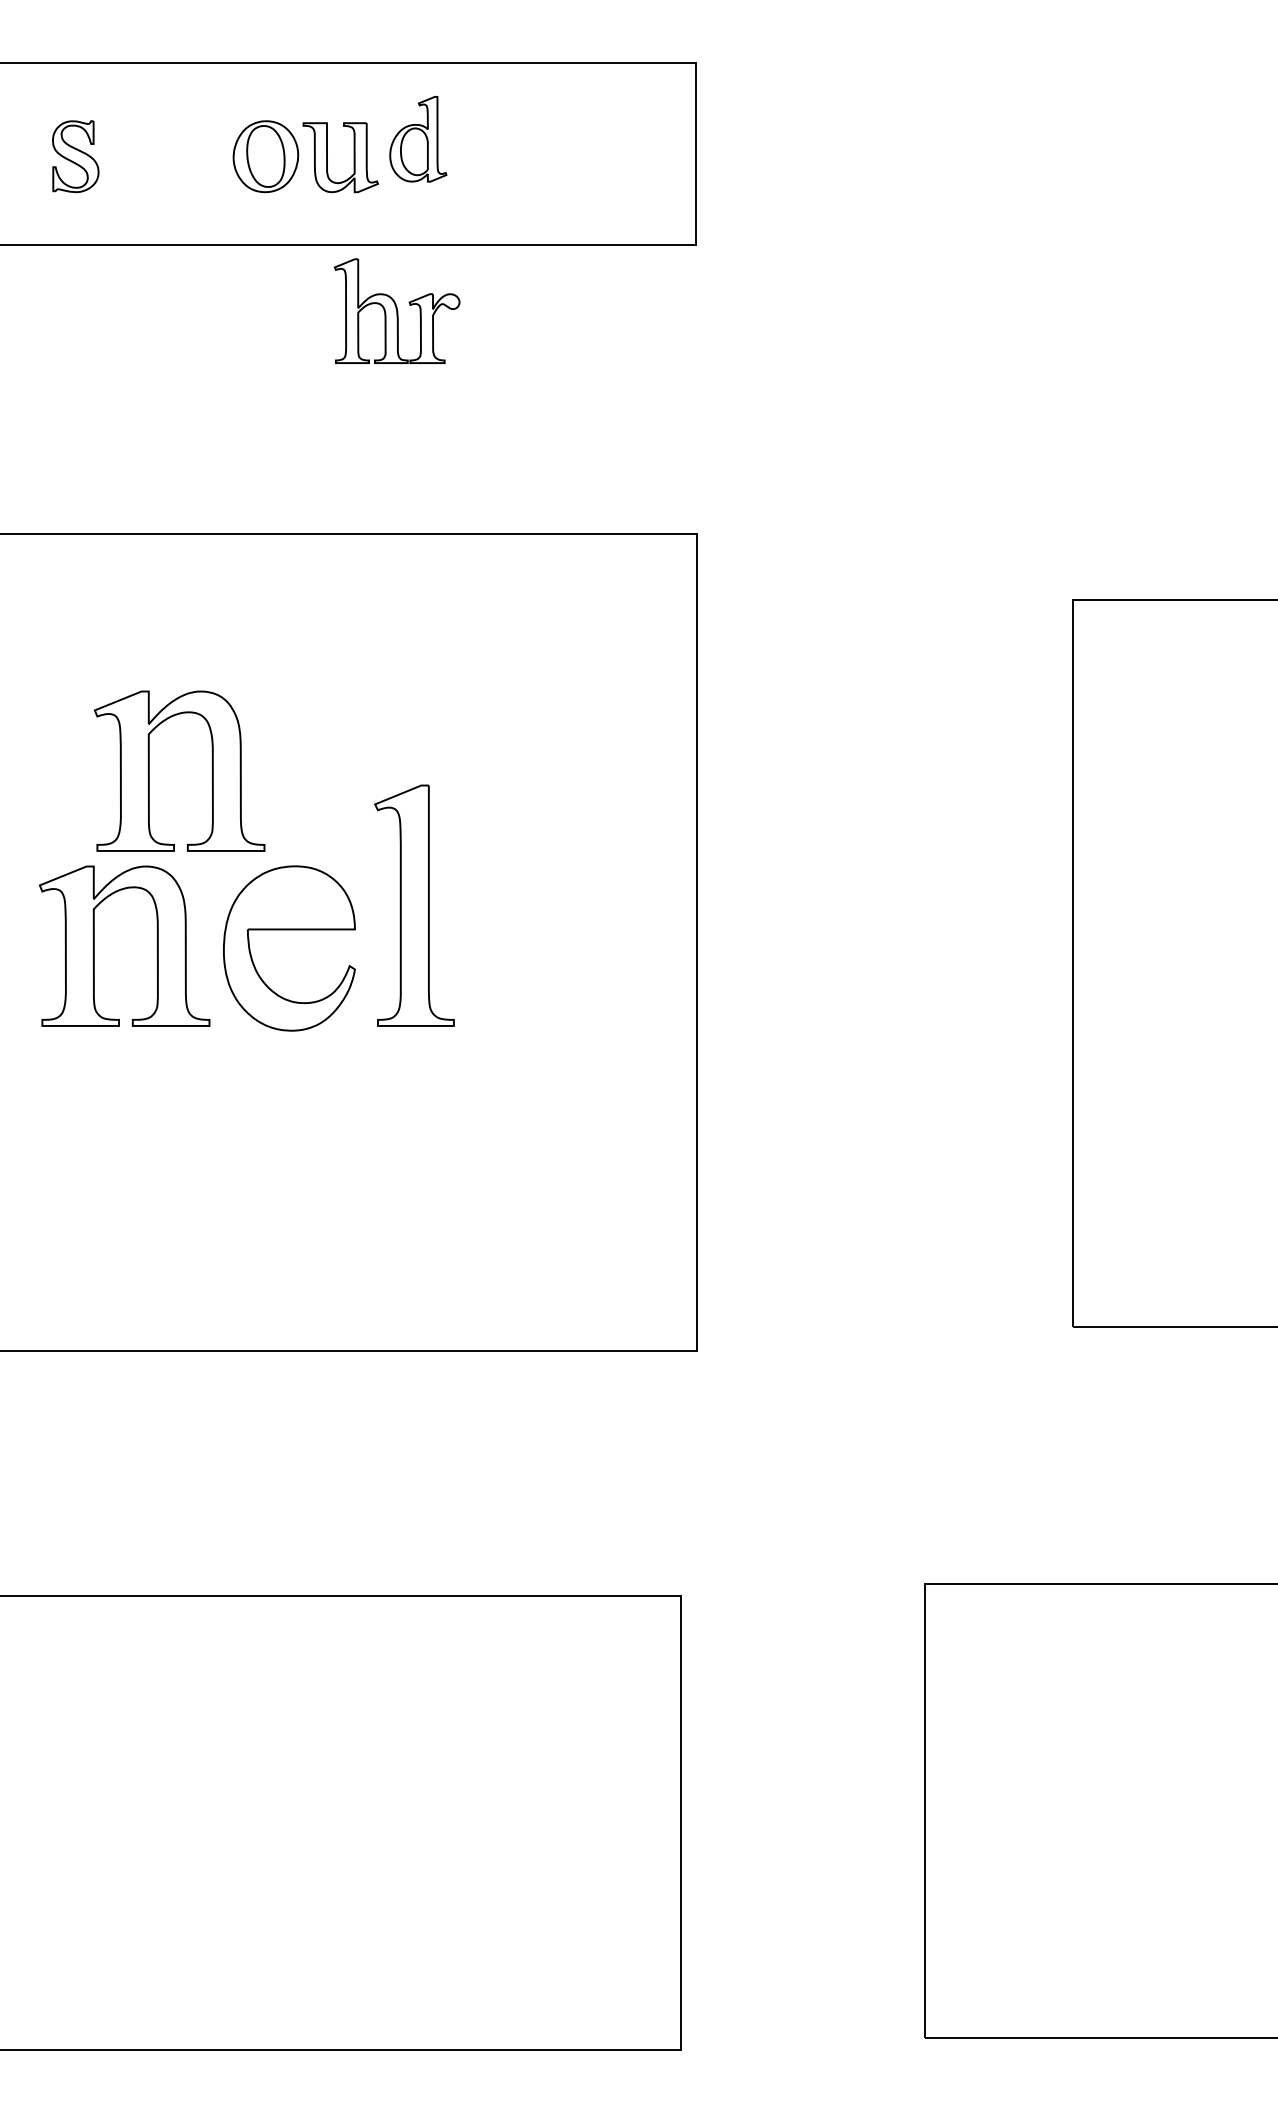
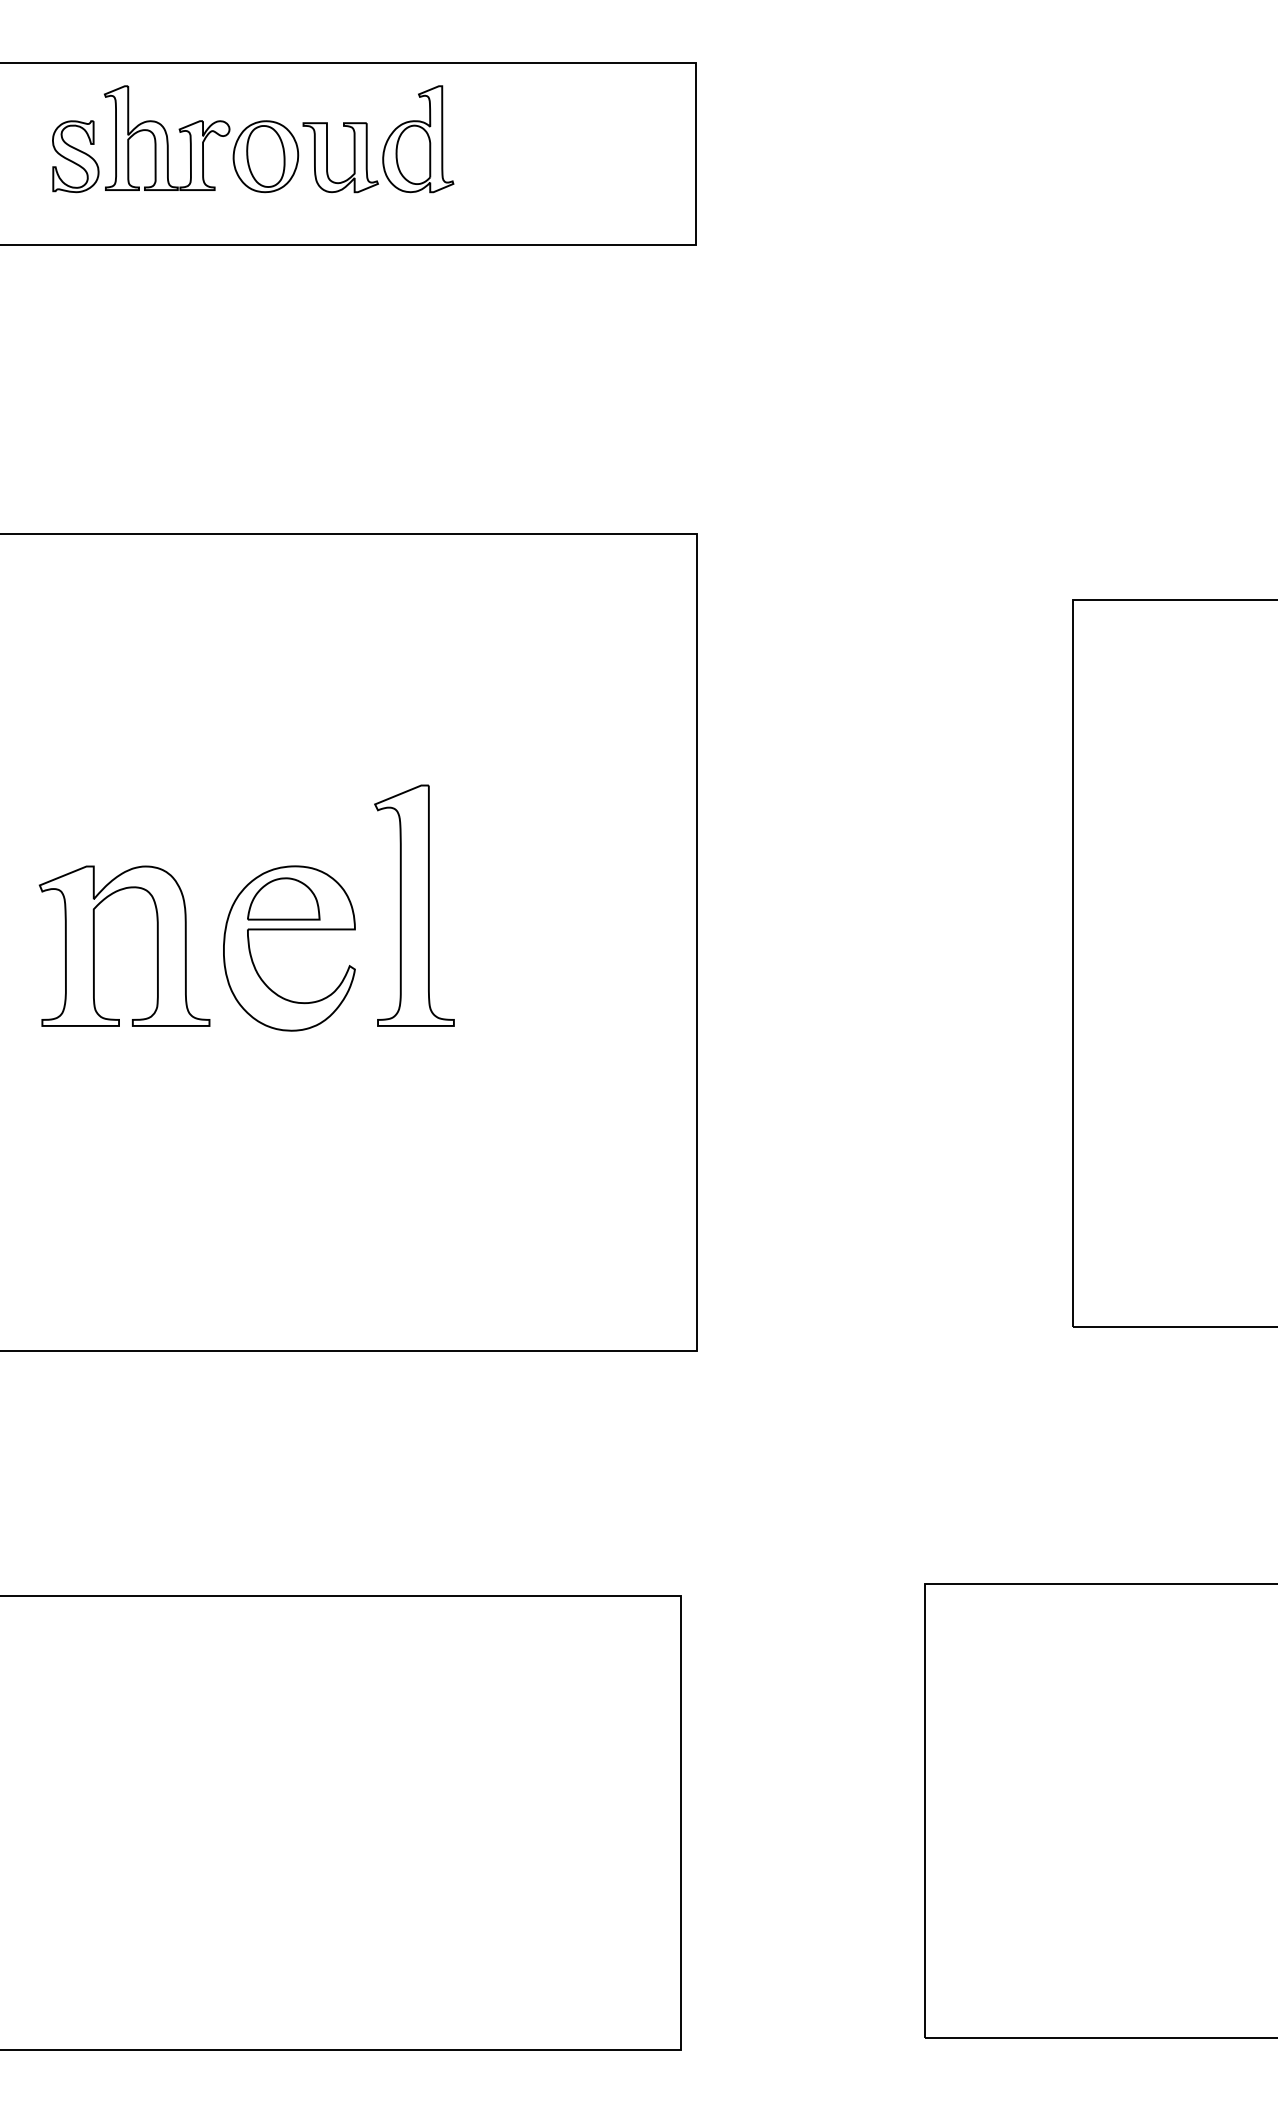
part at (418, 139) size: 59x87 px -> 73x109 px
part at (396, 310) position: (396, 310) -> (166, 137)
part at (149, 770): present -> none
part at (283, 898): none -> present
